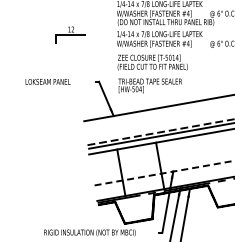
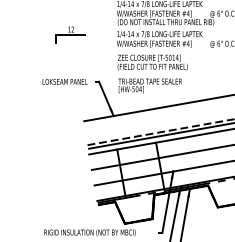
text at (47, 81) position: (47, 81) -> (64, 81)
line at (161, 157): none -> present
line at (164, 173): dashed -> solid
